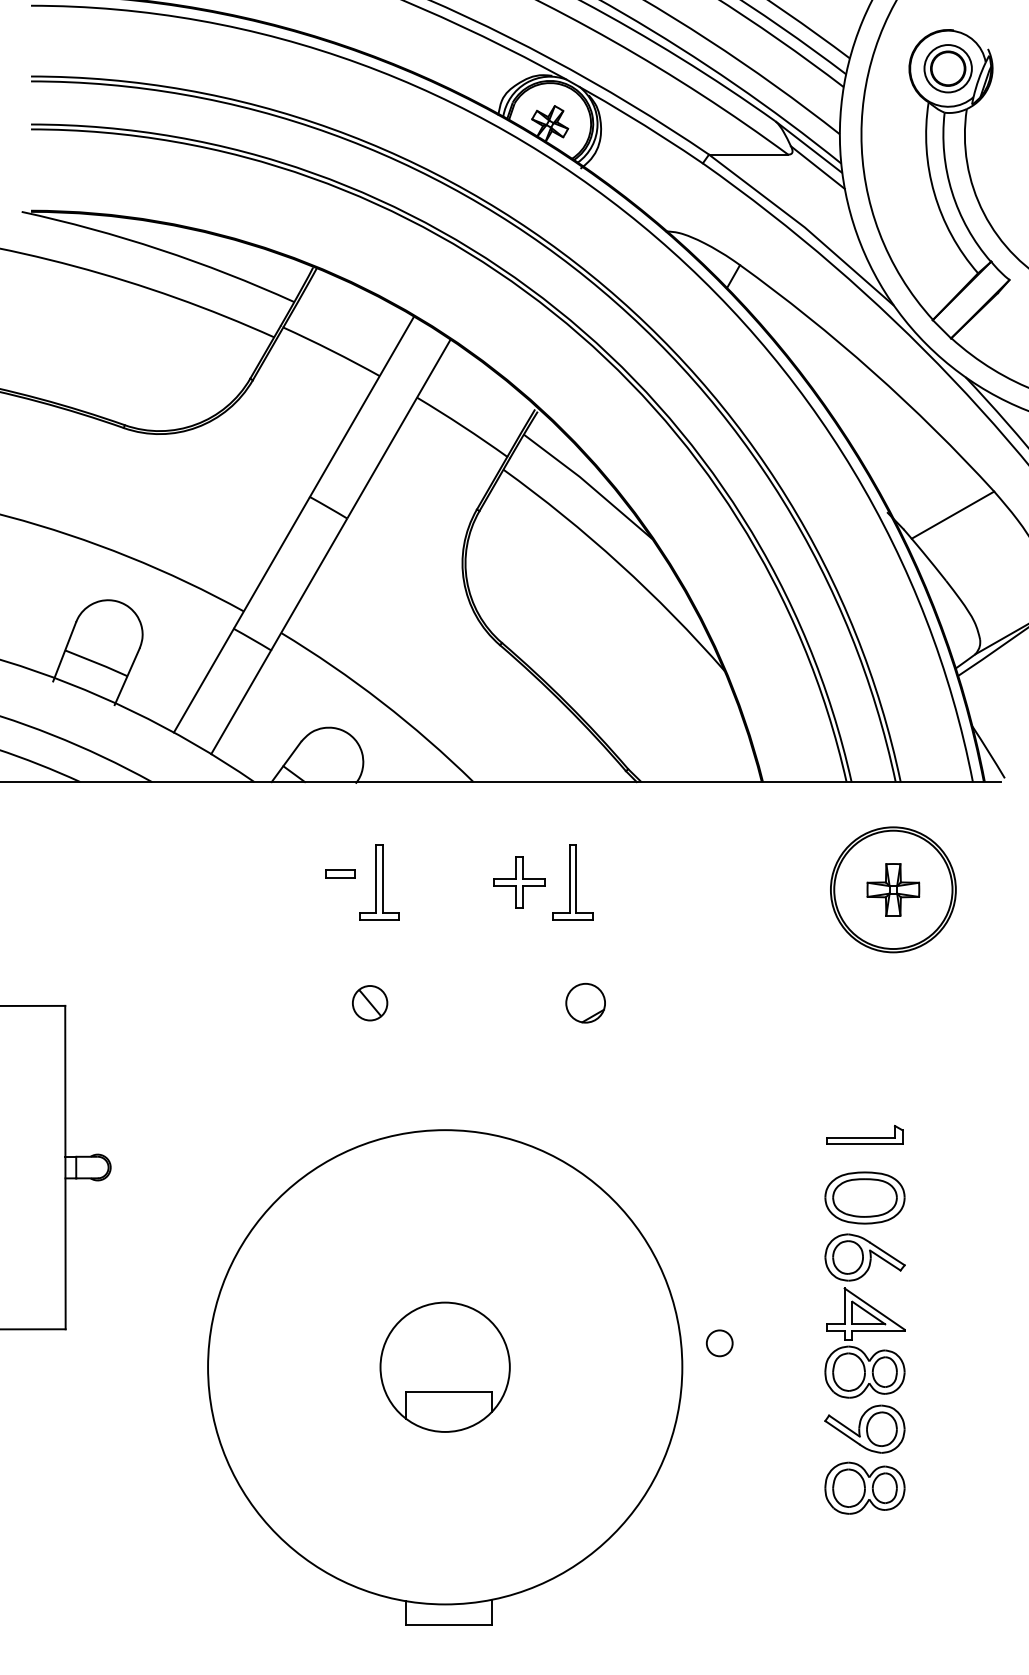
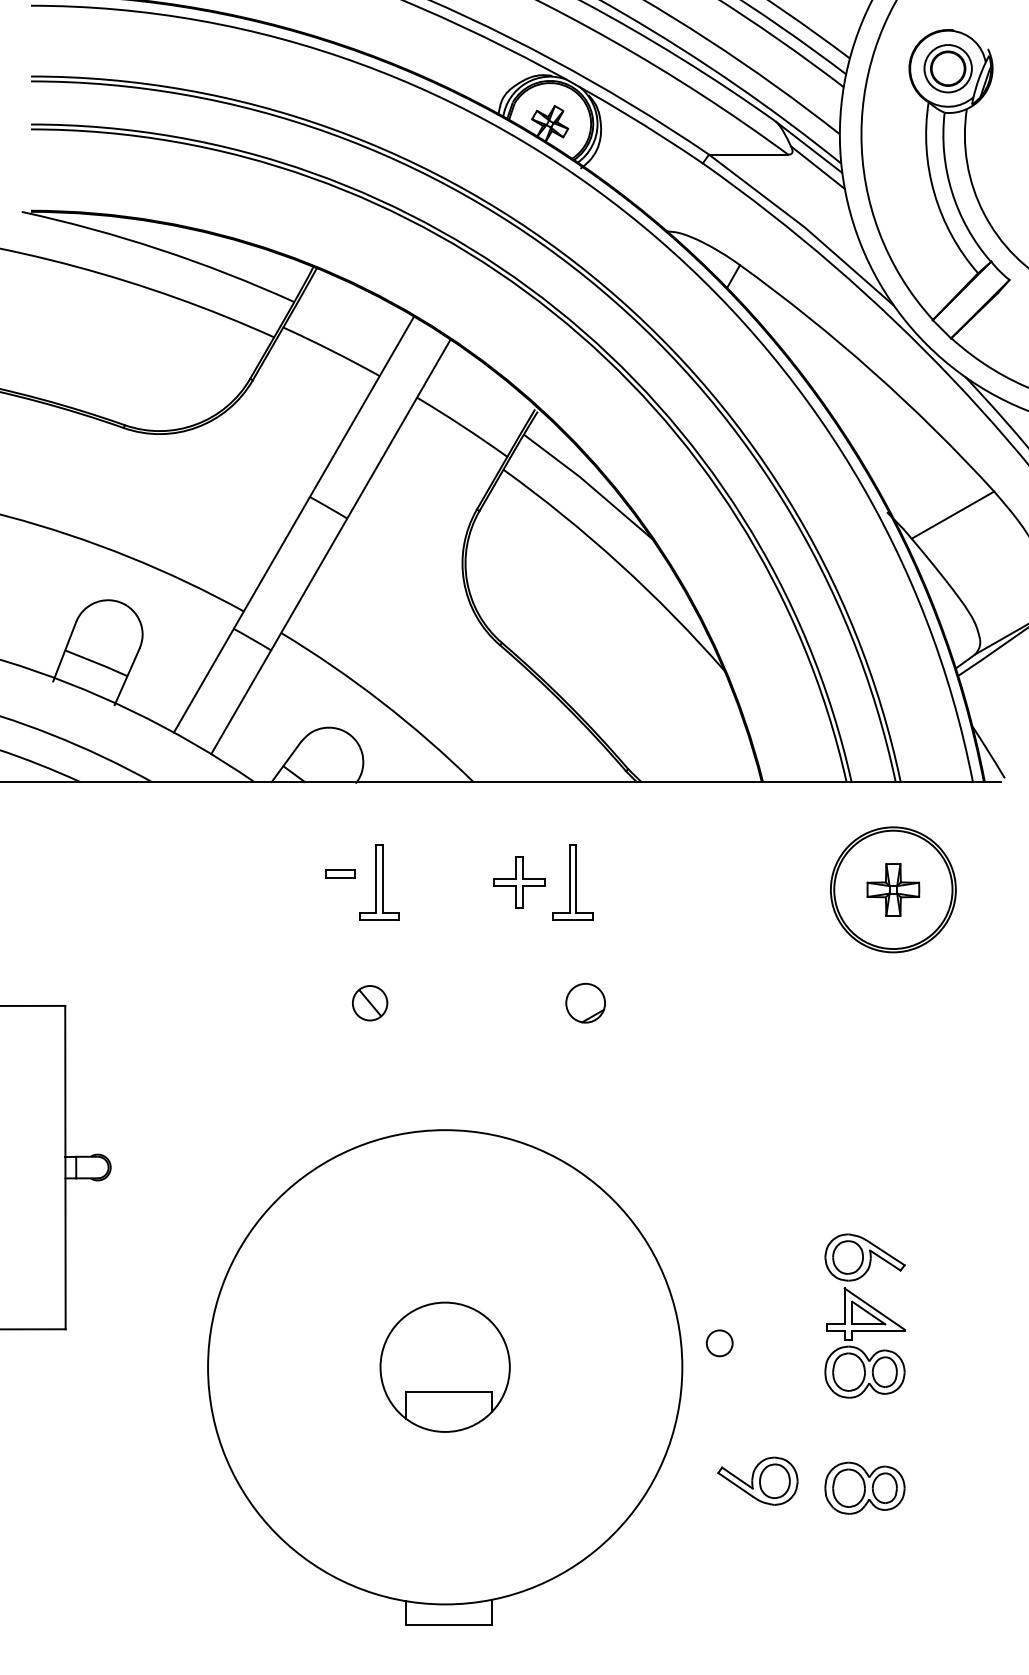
part at (864, 1134): present -> none
part at (864, 1197): present -> none
part at (864, 1428) position: (864, 1428) -> (757, 1480)
